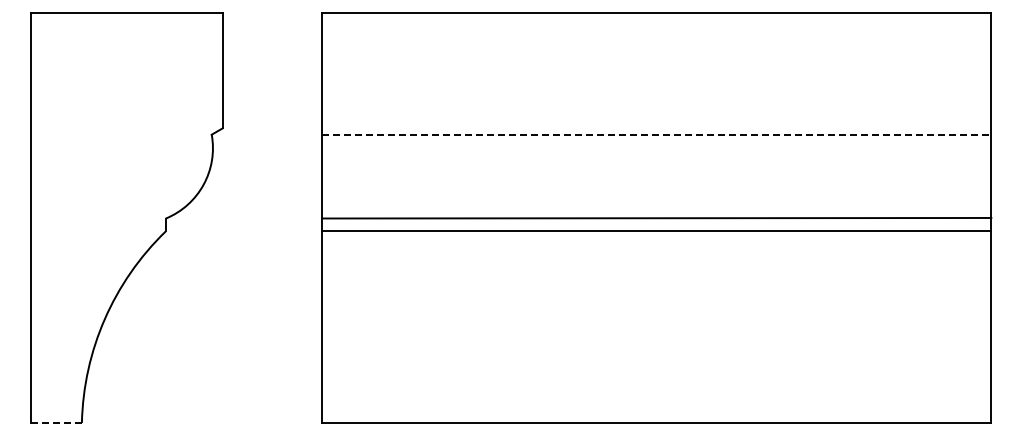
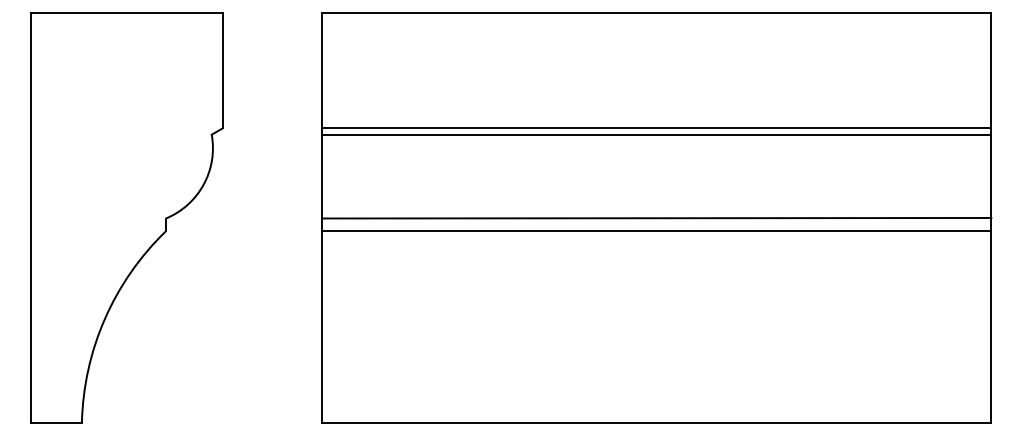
line at (656, 128): none -> present
line at (656, 134): dashed -> solid
line at (56, 422): dashed -> solid
